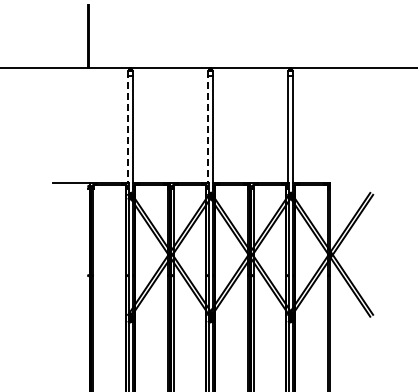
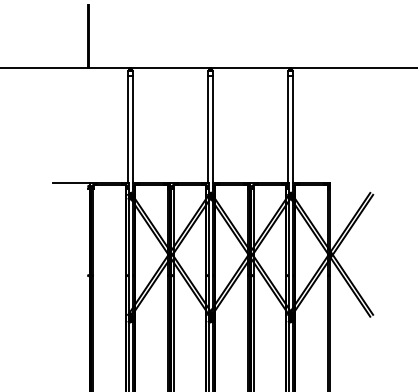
line at (127, 127): dashed -> solid
line at (207, 127): dashed -> solid
